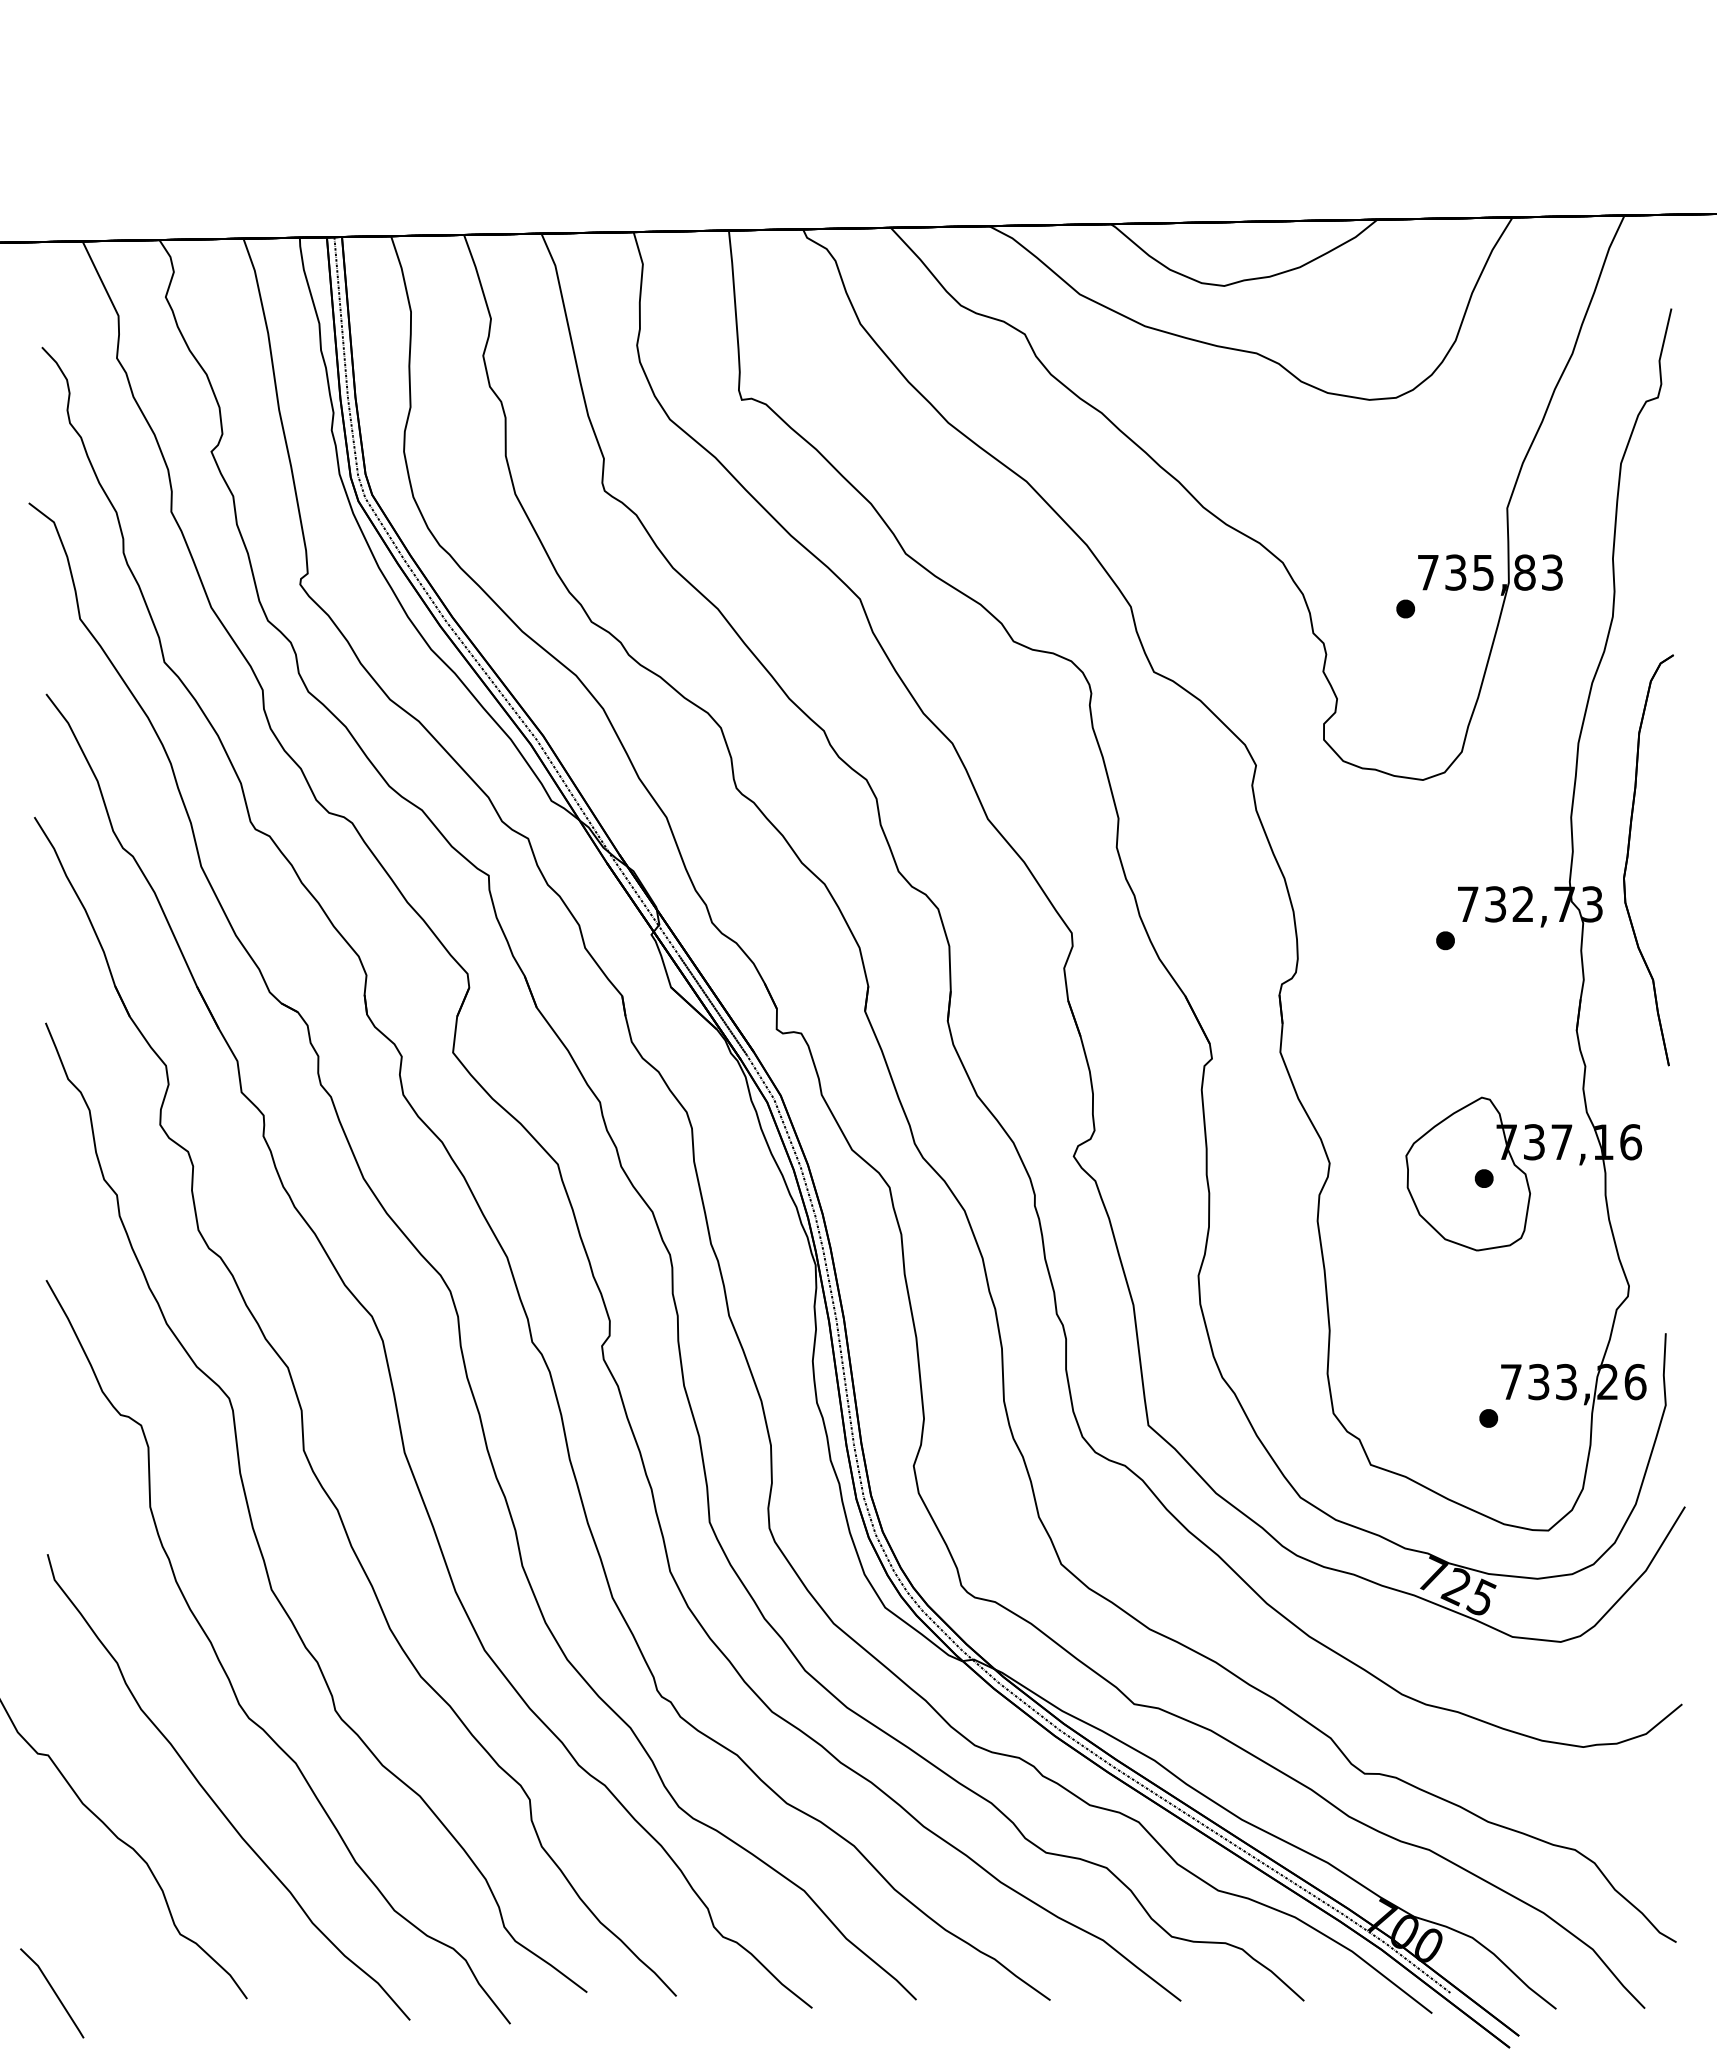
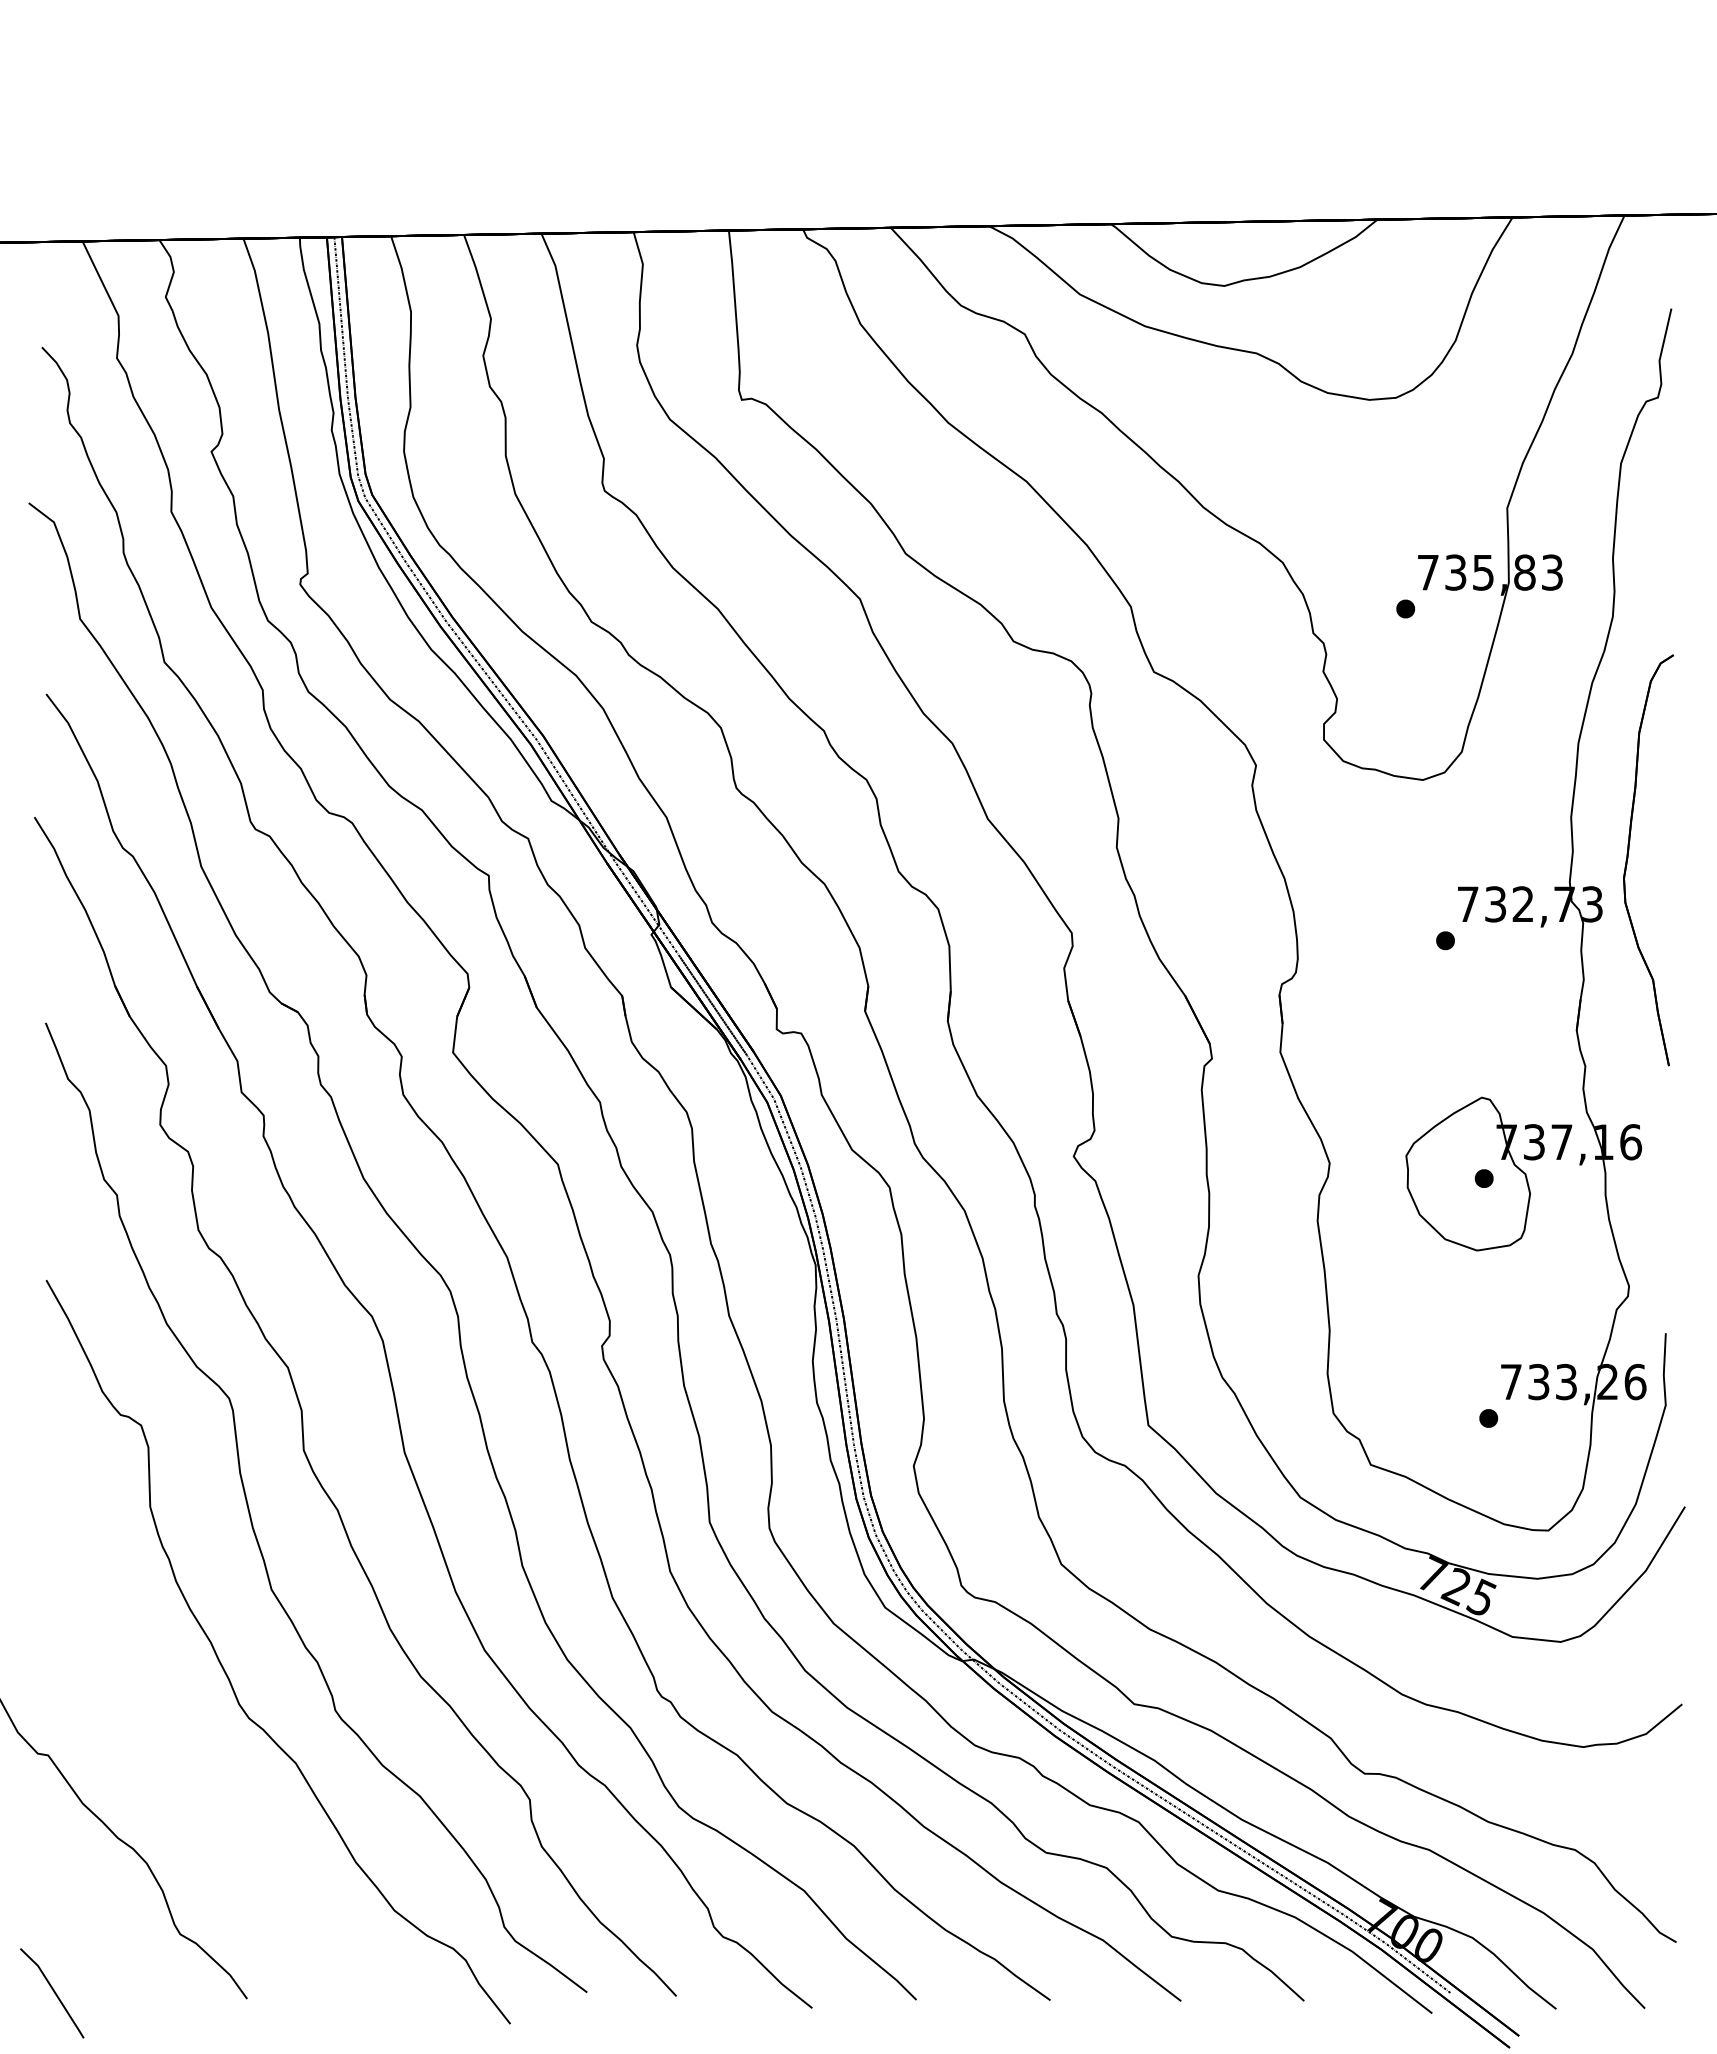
part at (213, 1799): present -> none
